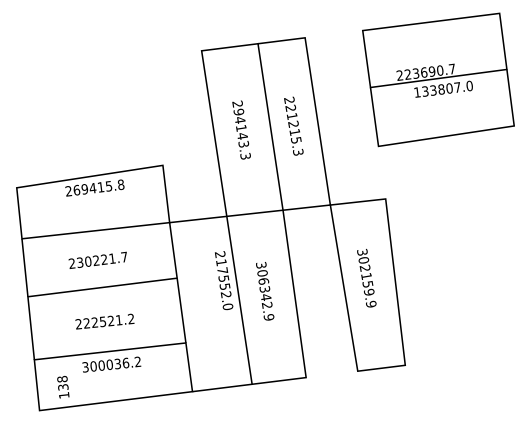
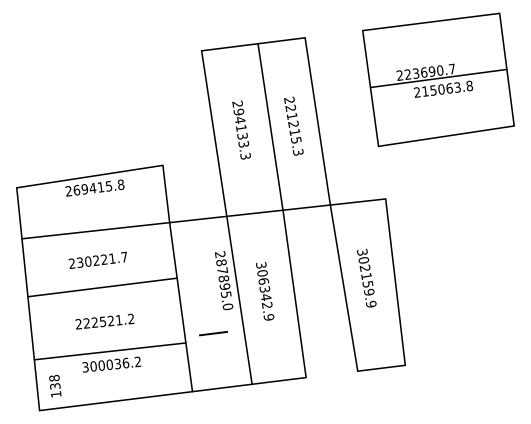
text at (443, 88): 133807.0 -> 215063.8
text at (242, 135): 294143.3 -> 294133.3
text at (223, 278): 217552.0 -> 287895.0
line at (213, 333): none -> present
text at (63, 387) position: (63, 387) -> (55, 386)
